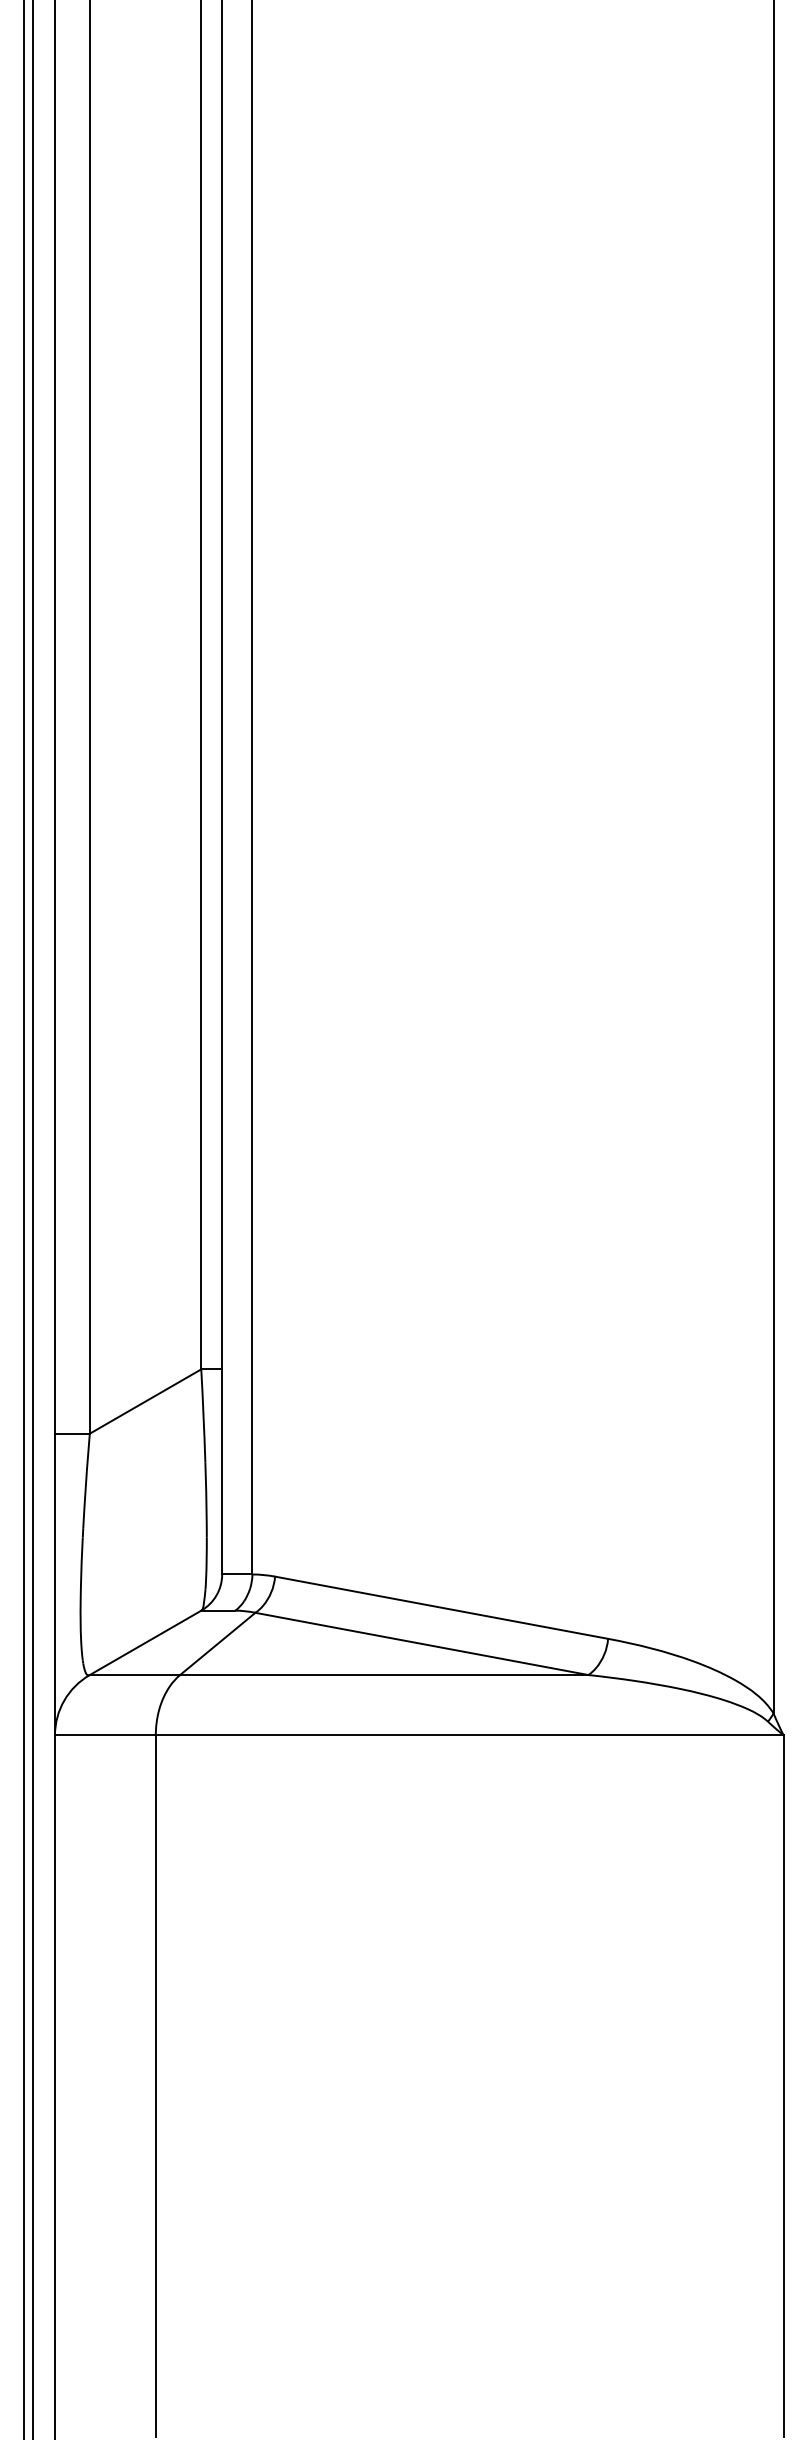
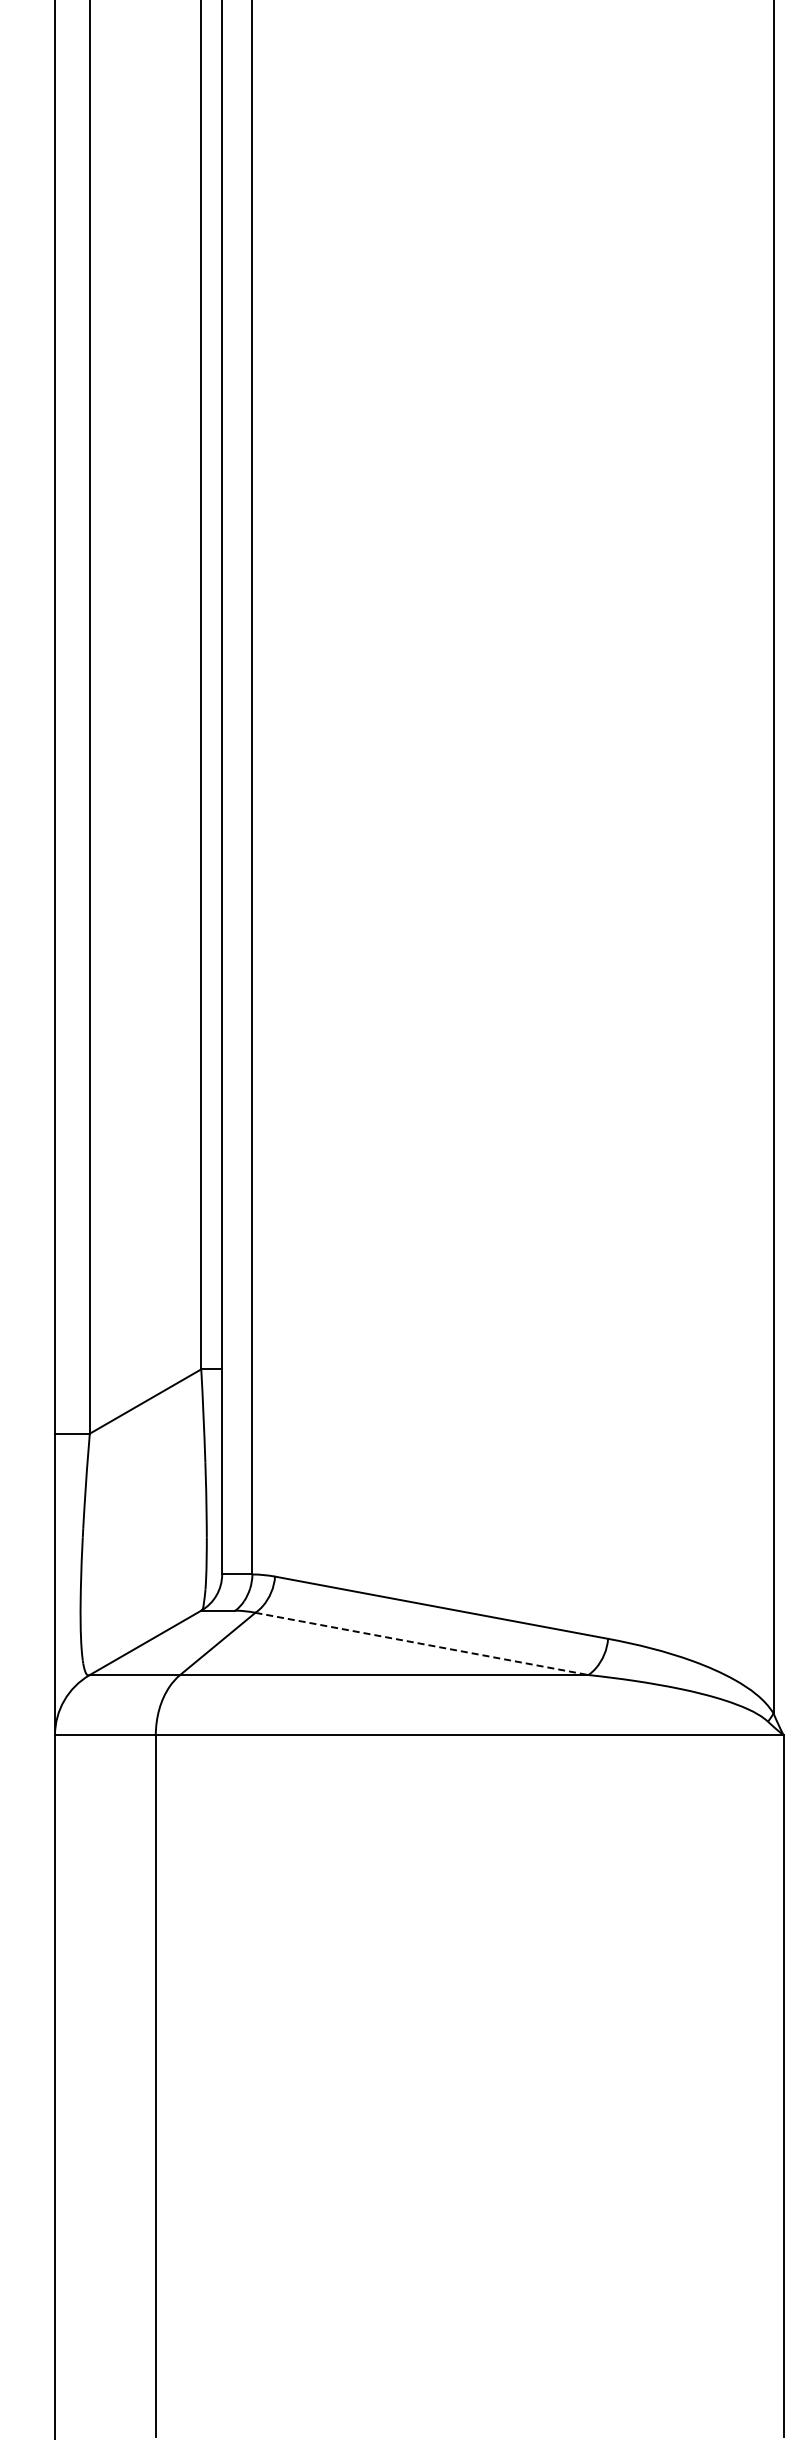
line at (24, 1219): present -> none
line at (32, 1219): present -> none
line at (422, 1644): solid -> dashed
